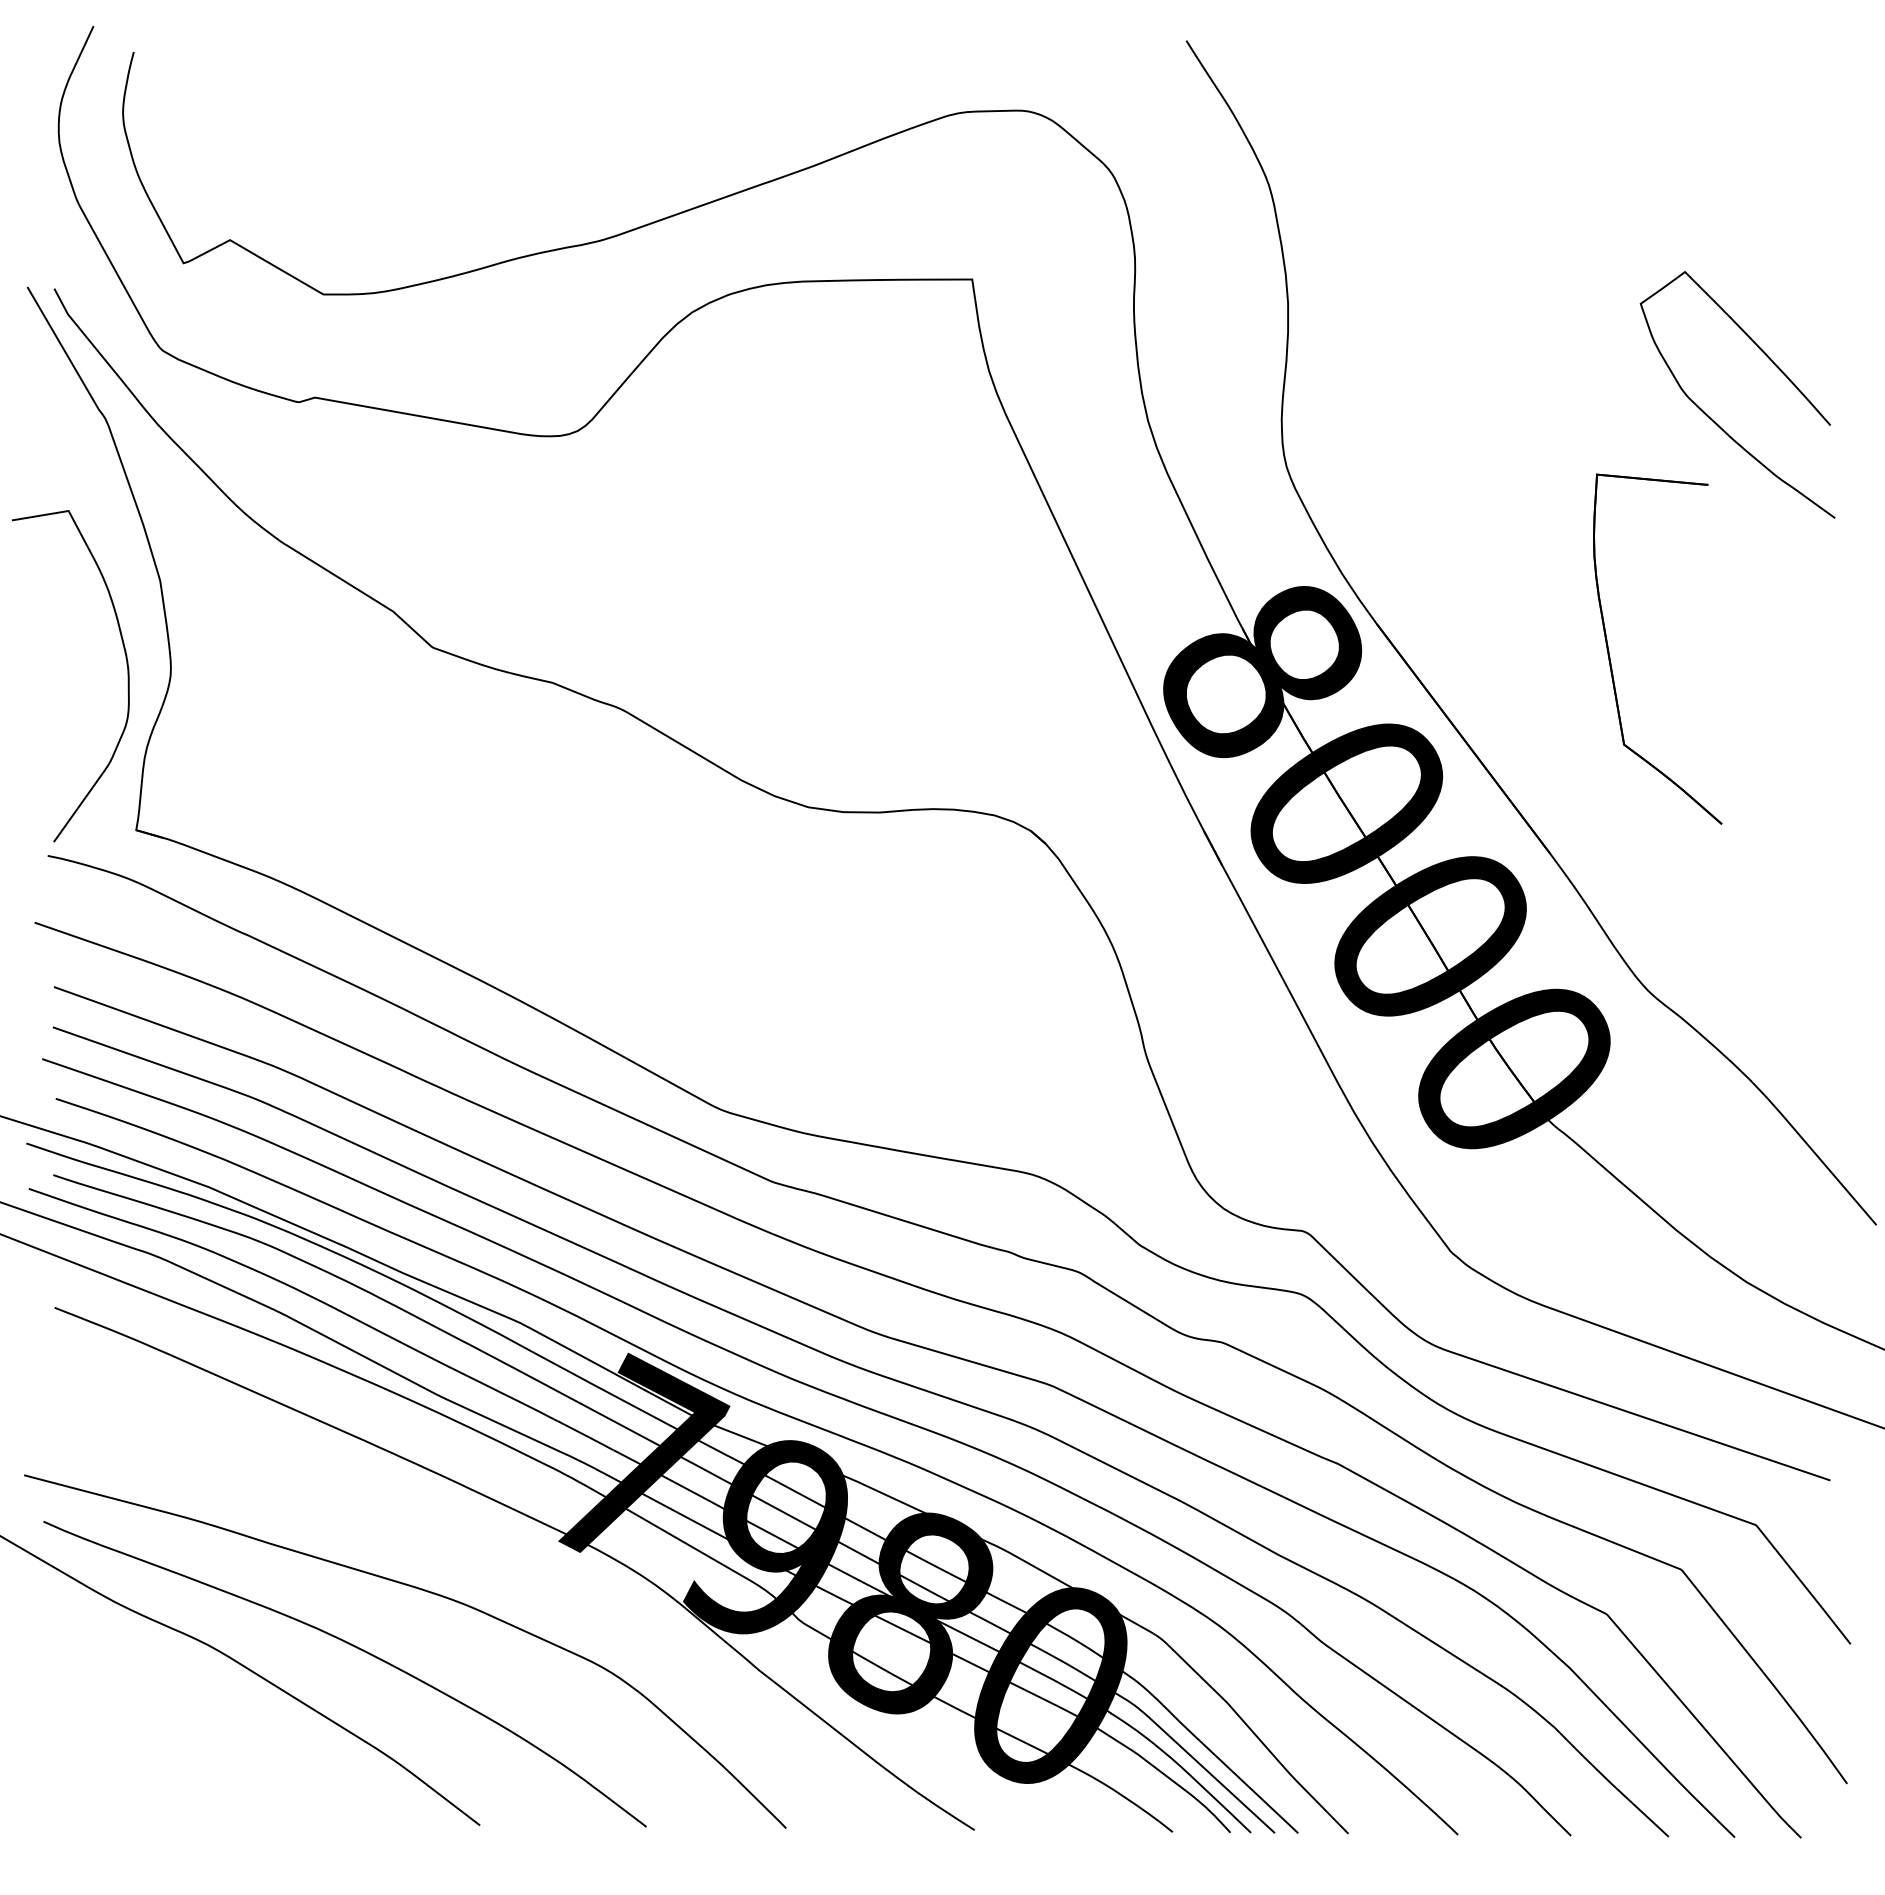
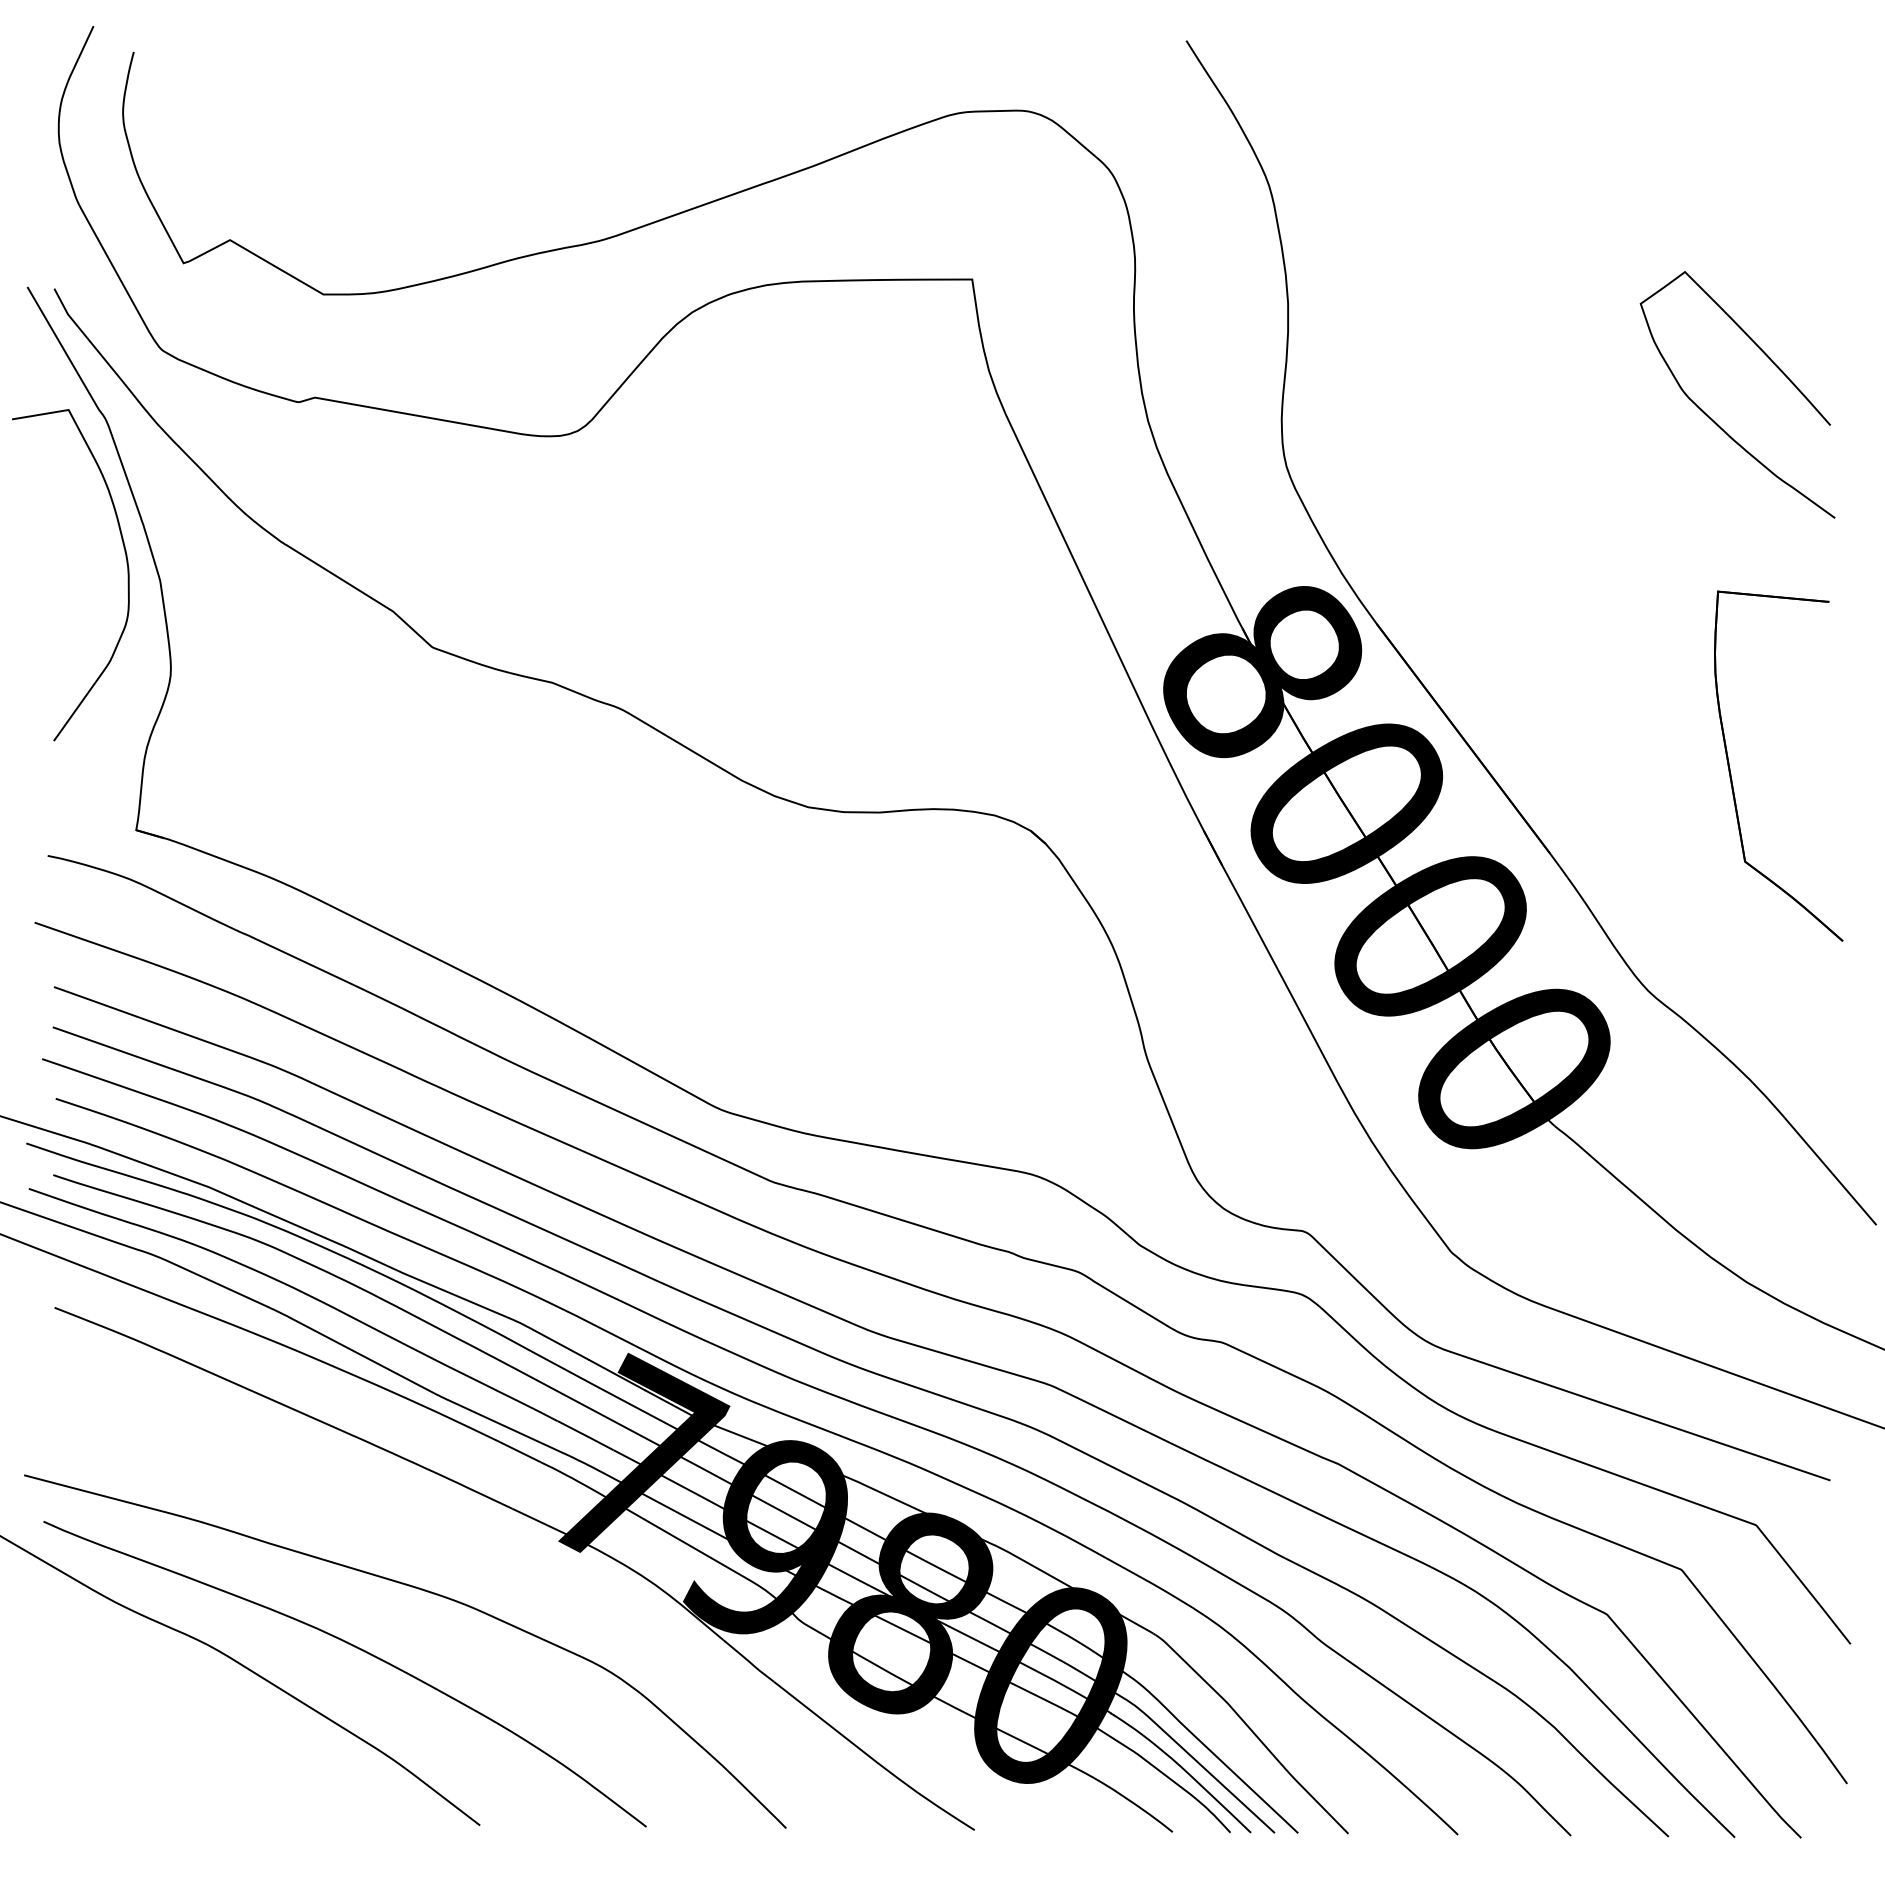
part at (1610, 657) position: (1610, 657) -> (1731, 774)
curve at (127, 676) position: (127, 676) -> (127, 575)
